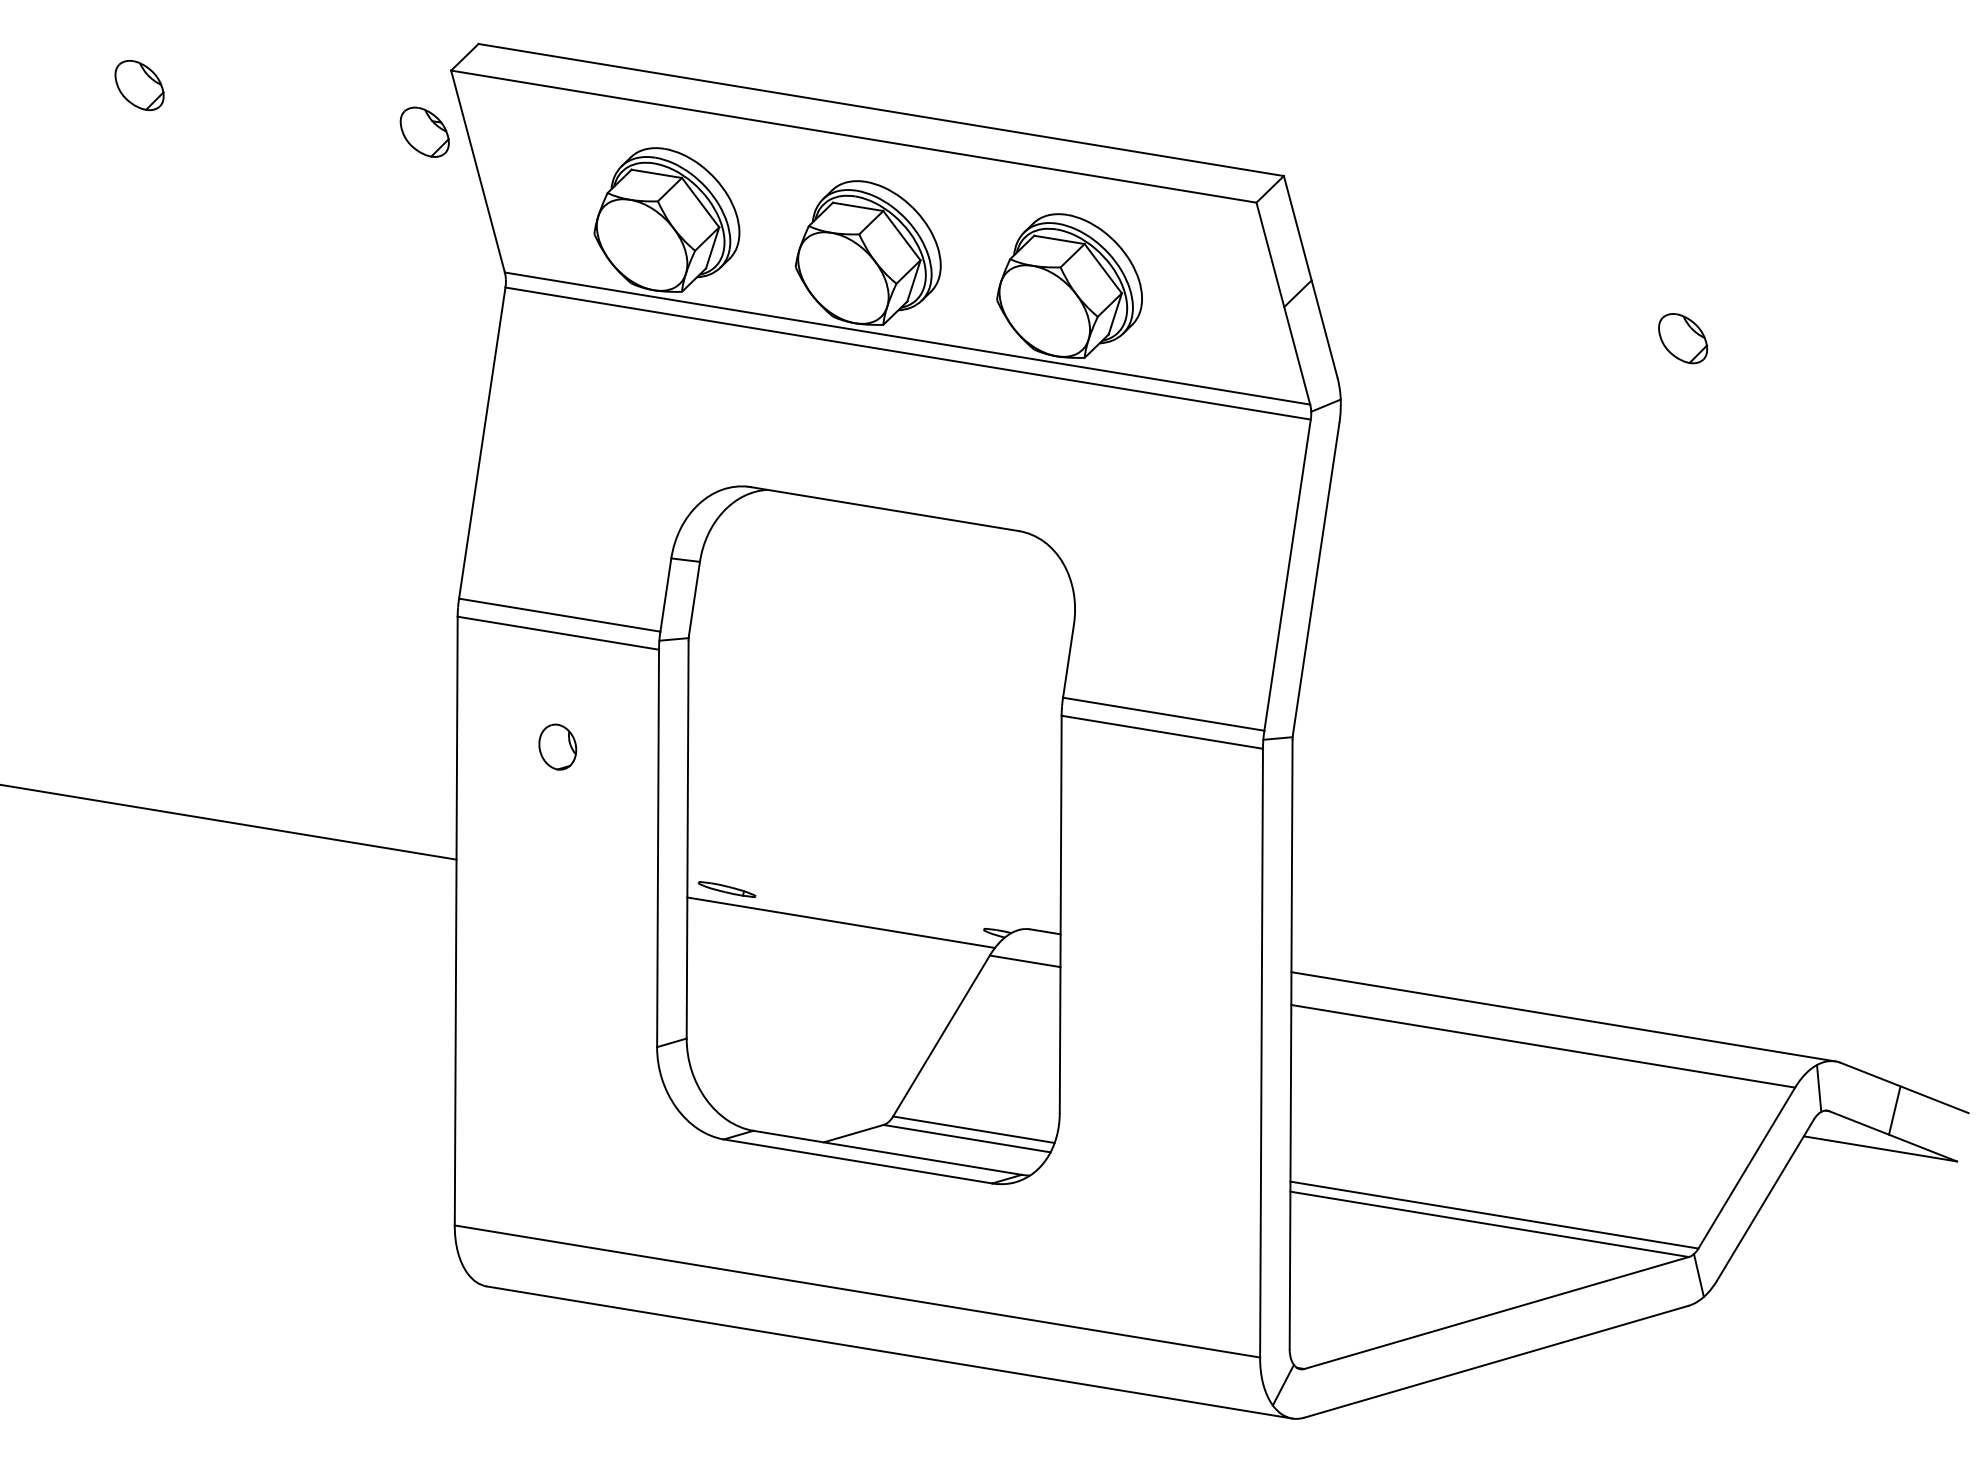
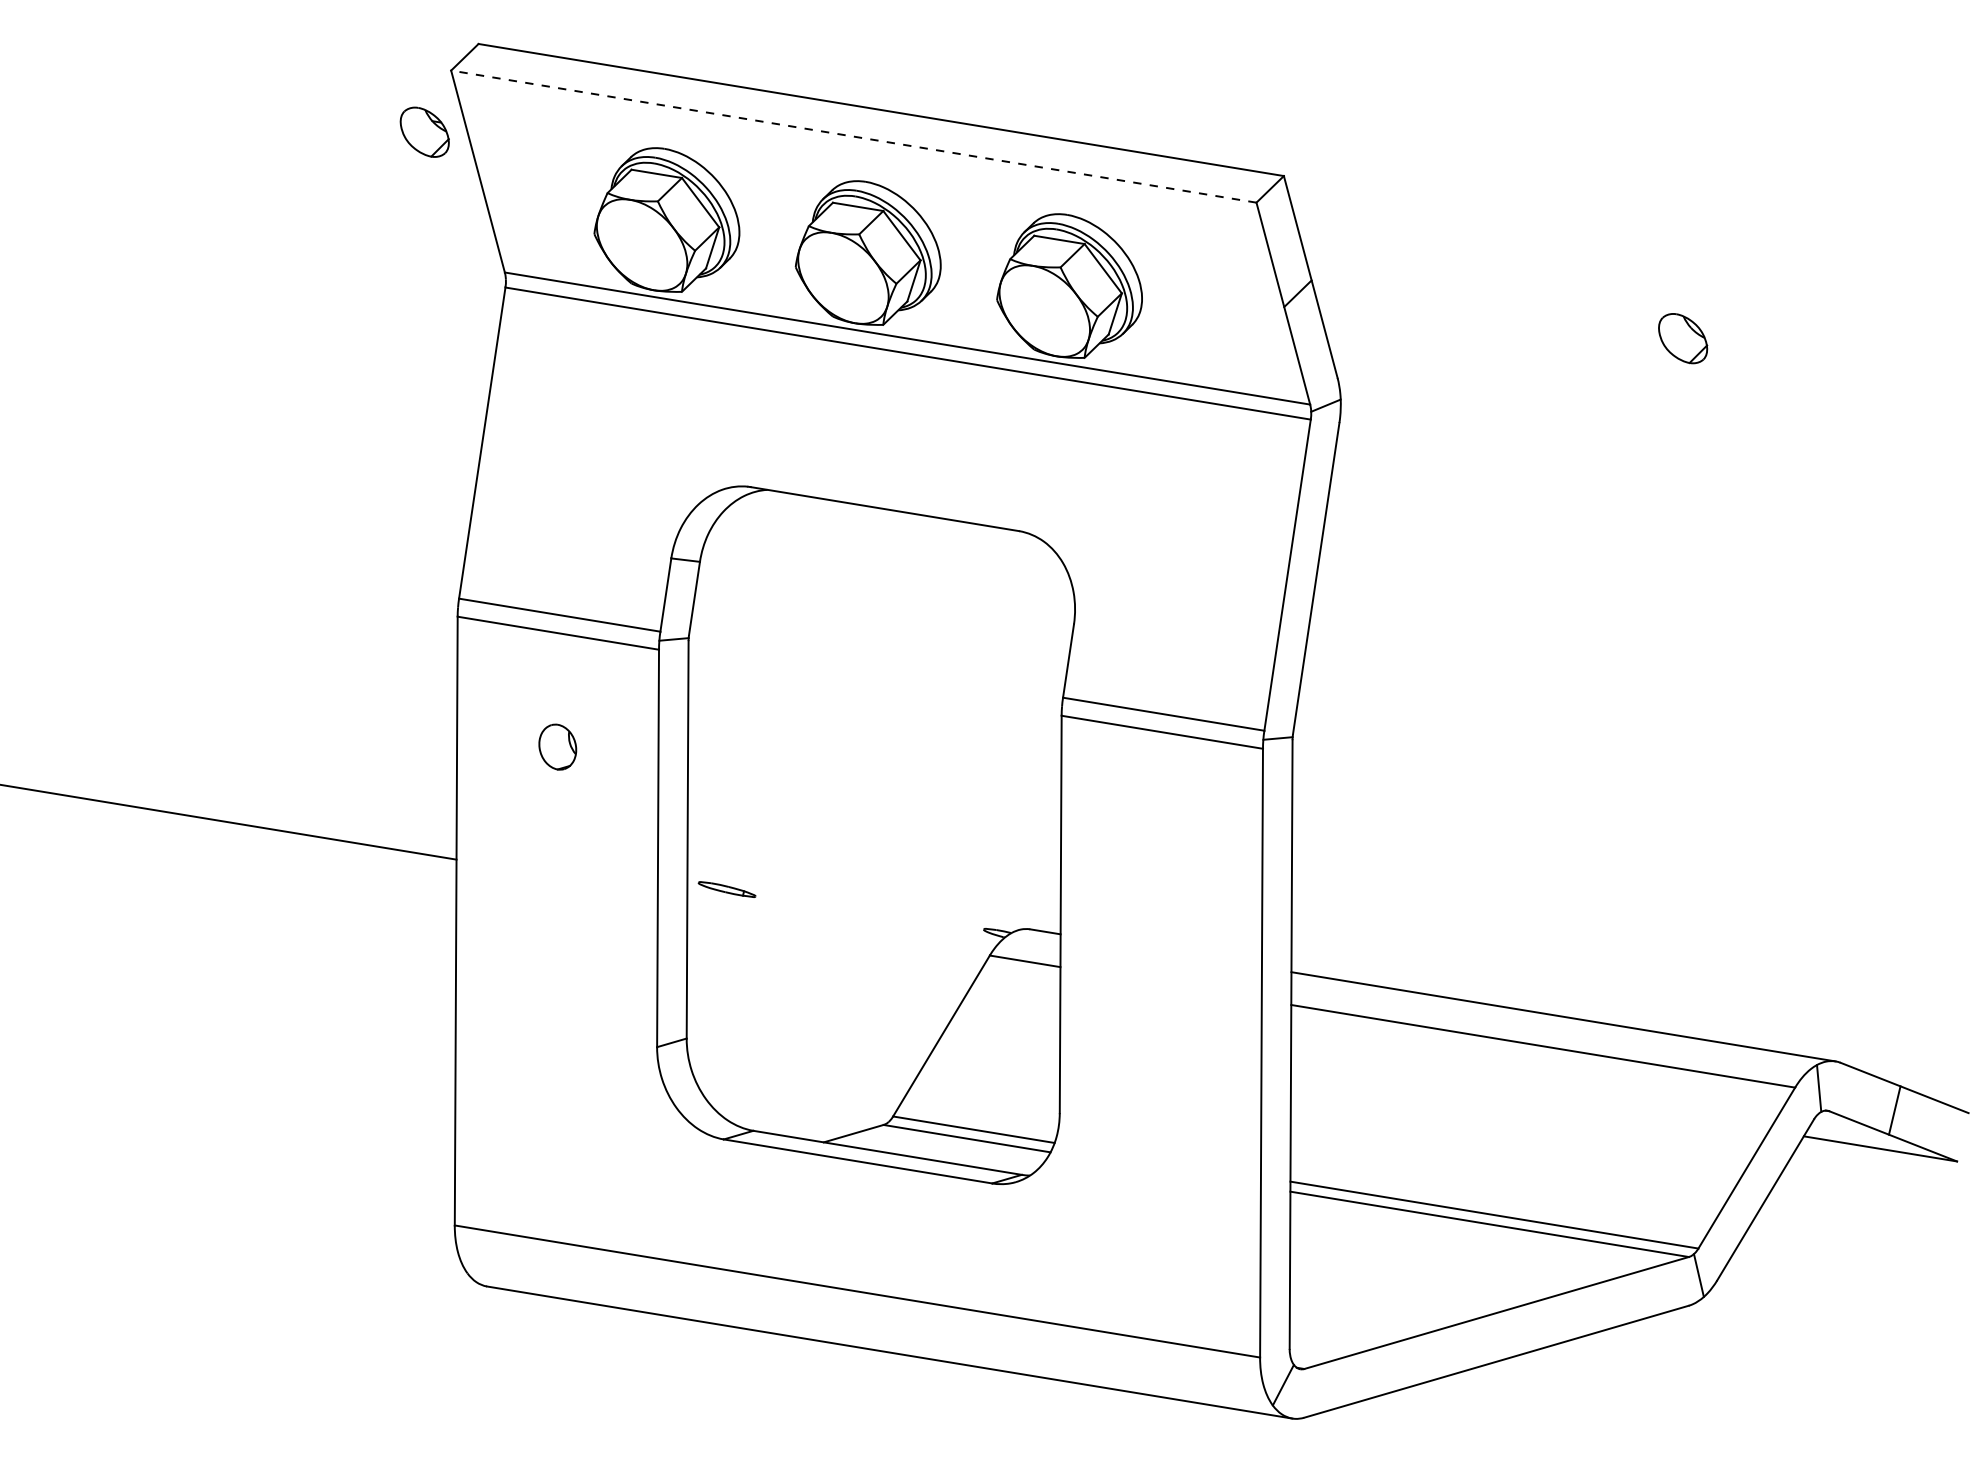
part at (139, 85): present -> none
line at (853, 136): solid -> dashed
line at (841, 922): present -> none
